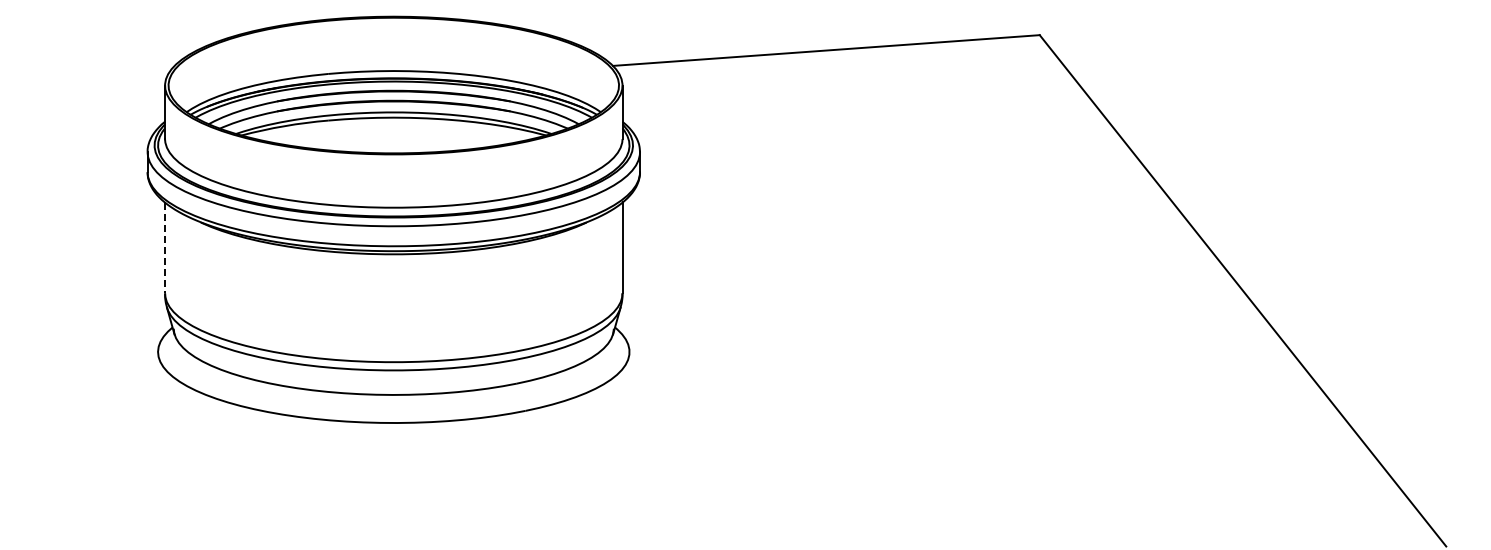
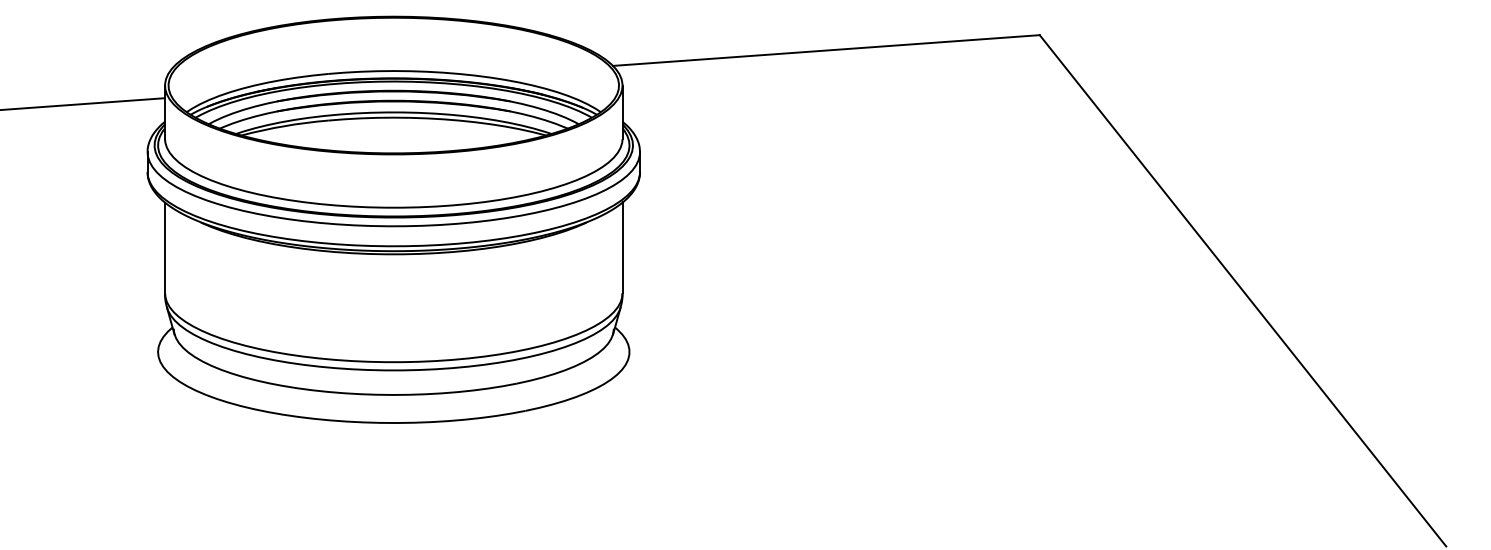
line at (83, 103): none -> present
line at (165, 248): dashed -> solid
